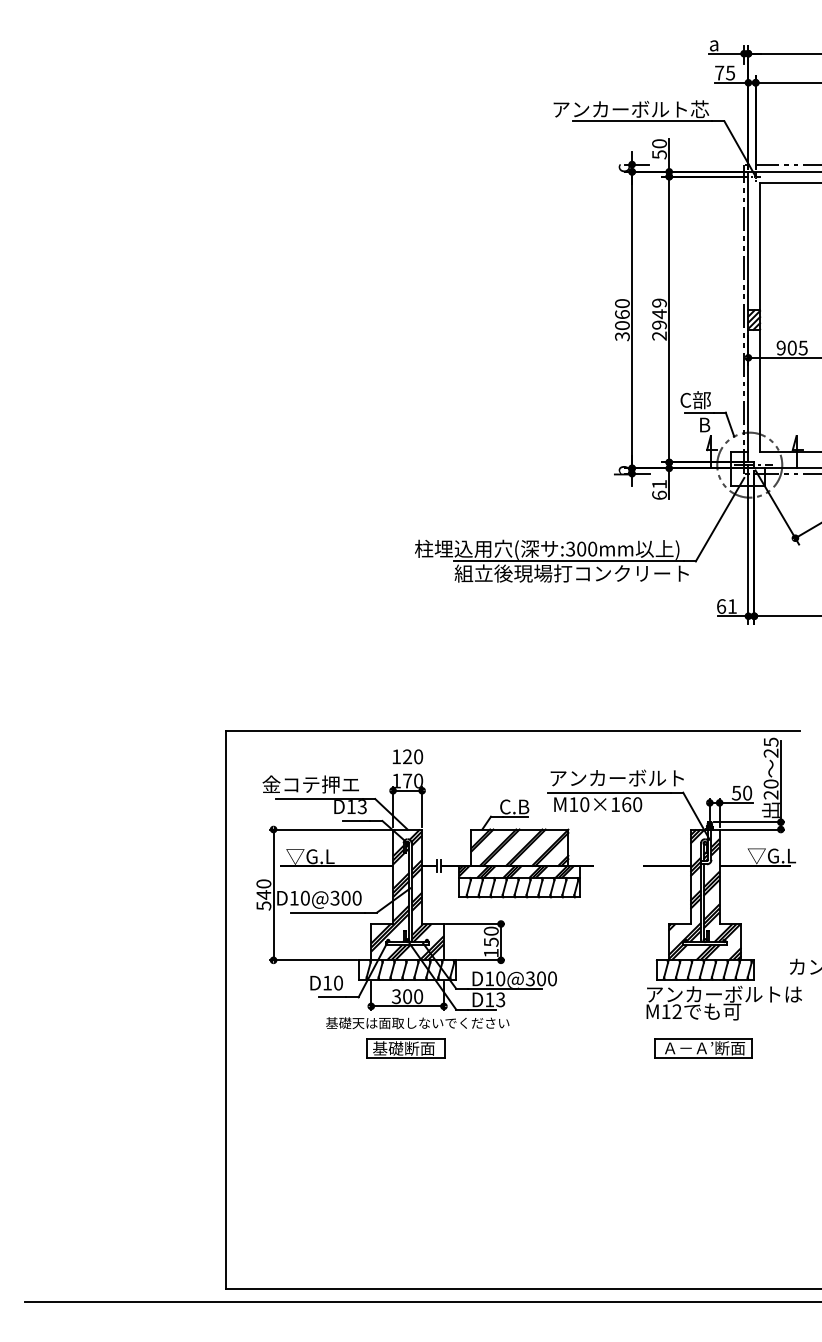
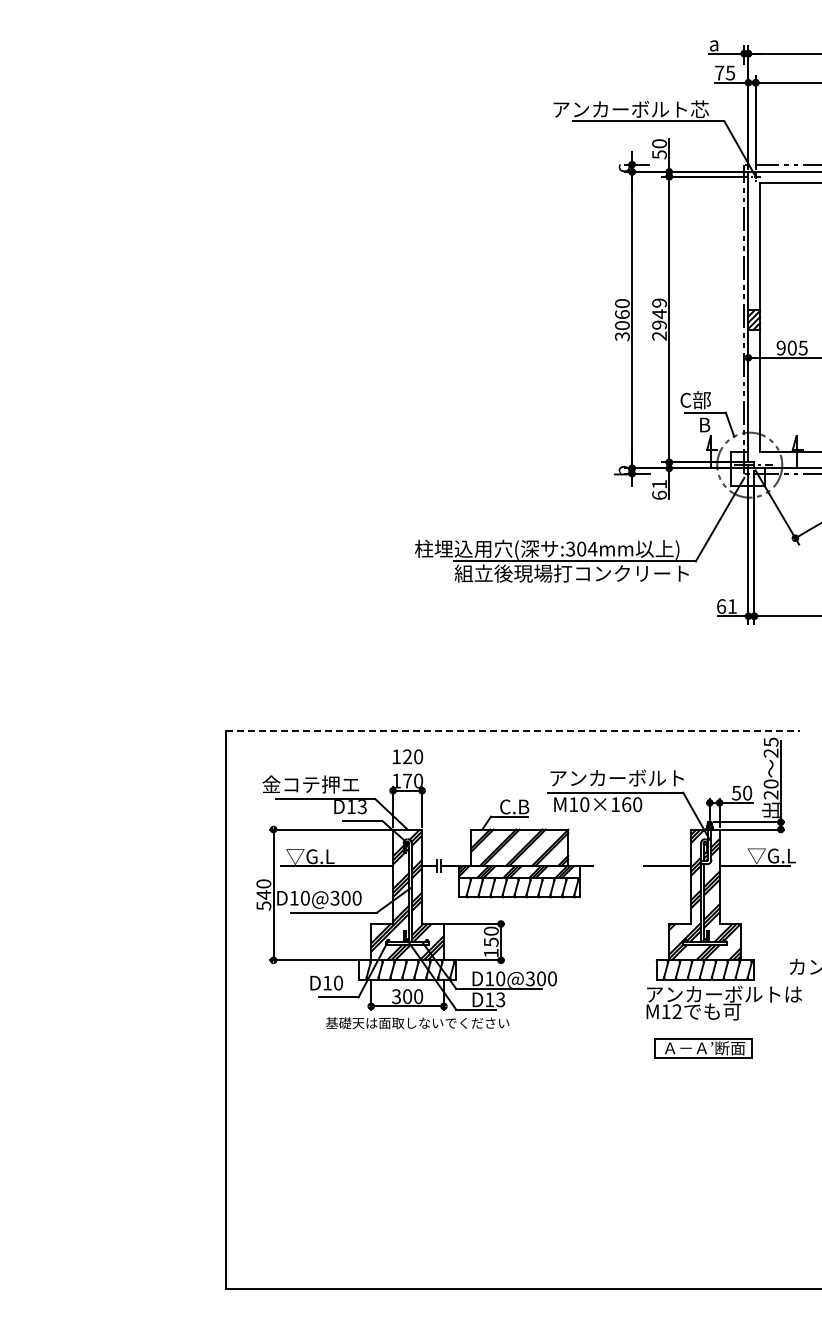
text at (592, 548): :300mm -> :304mm
line at (513, 730): solid -> dashed
part at (405, 1048): present -> none
line at (421, 1301): present -> none
